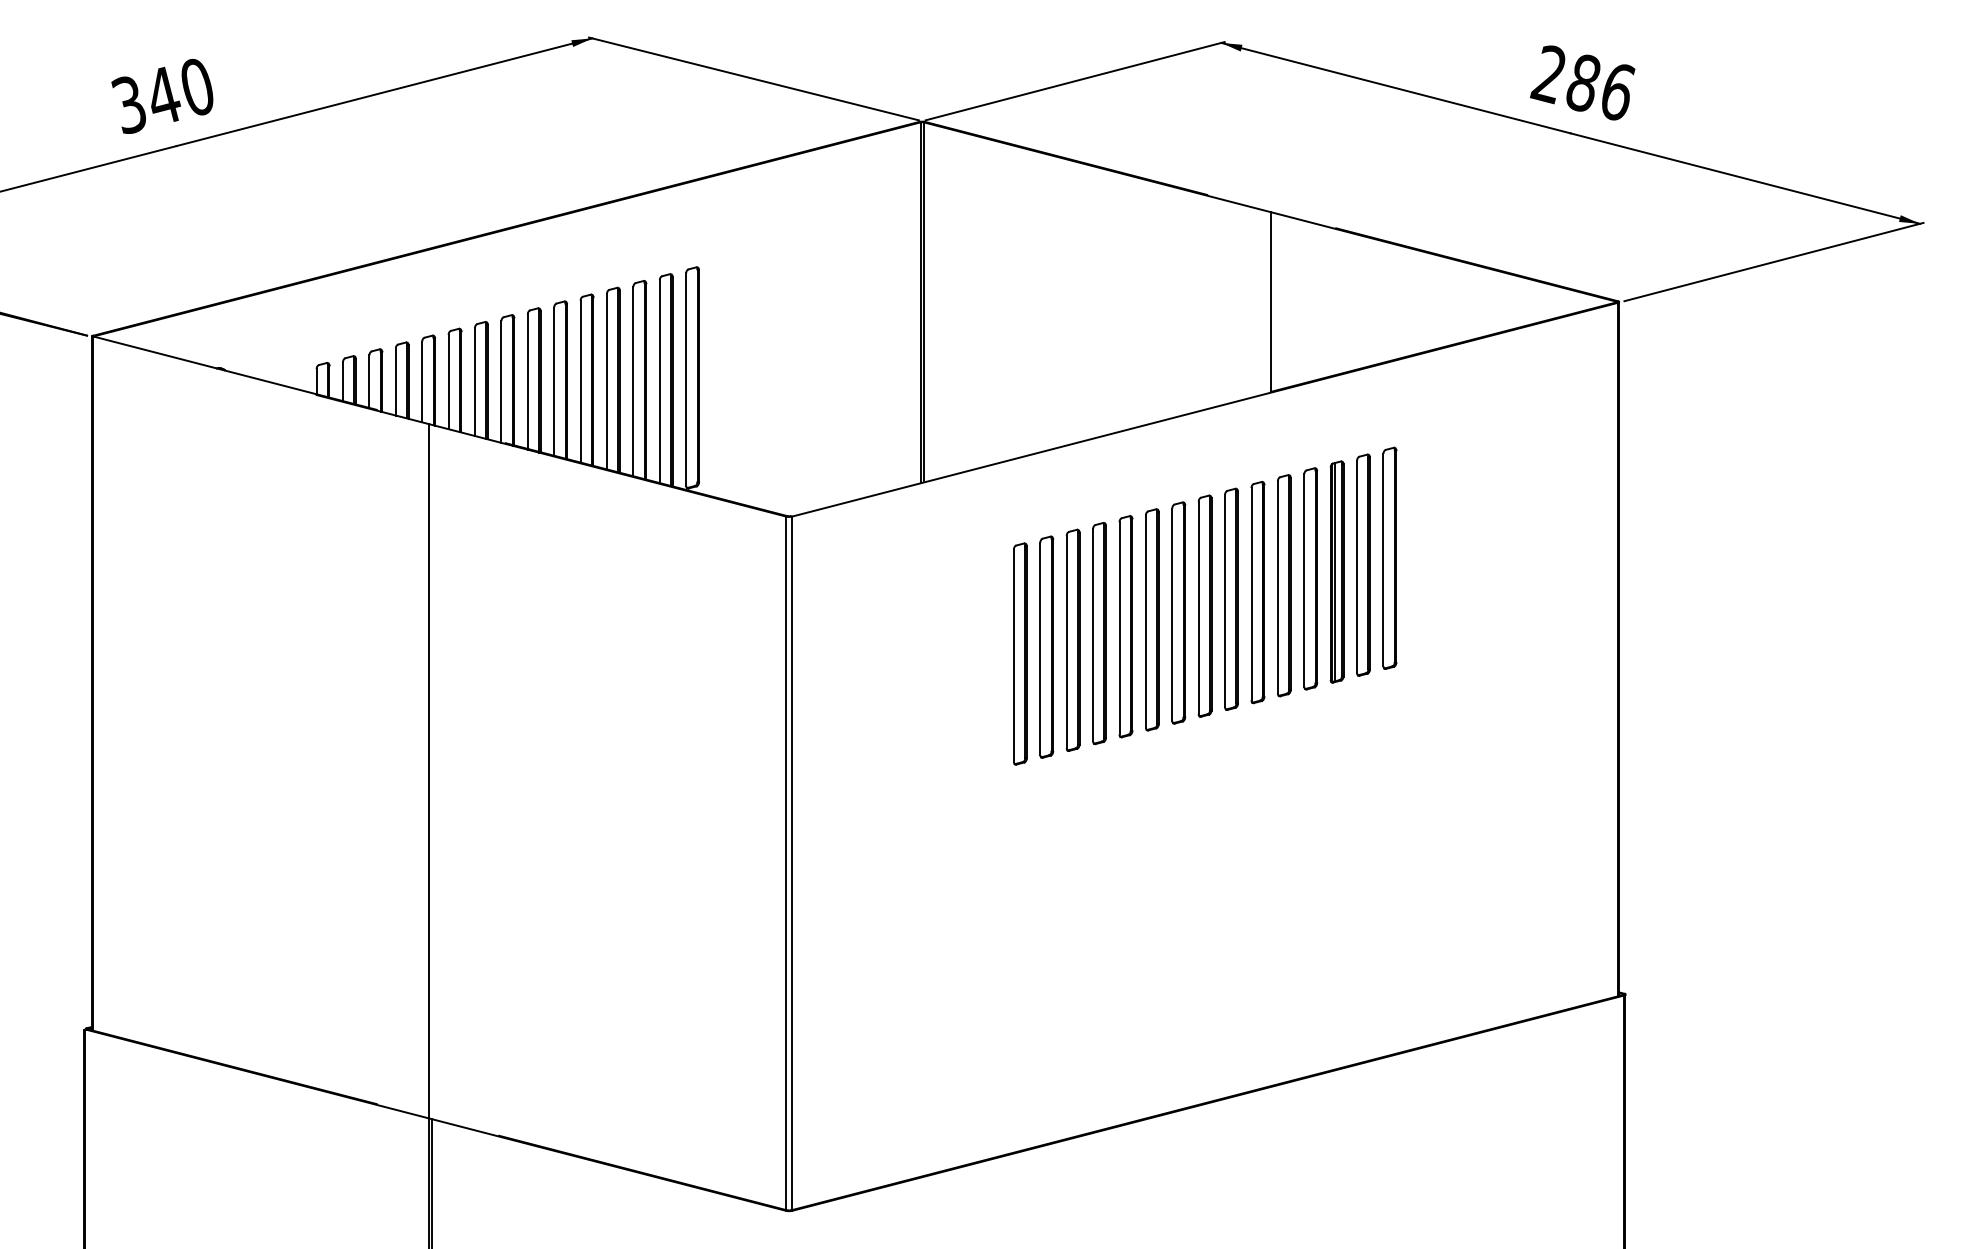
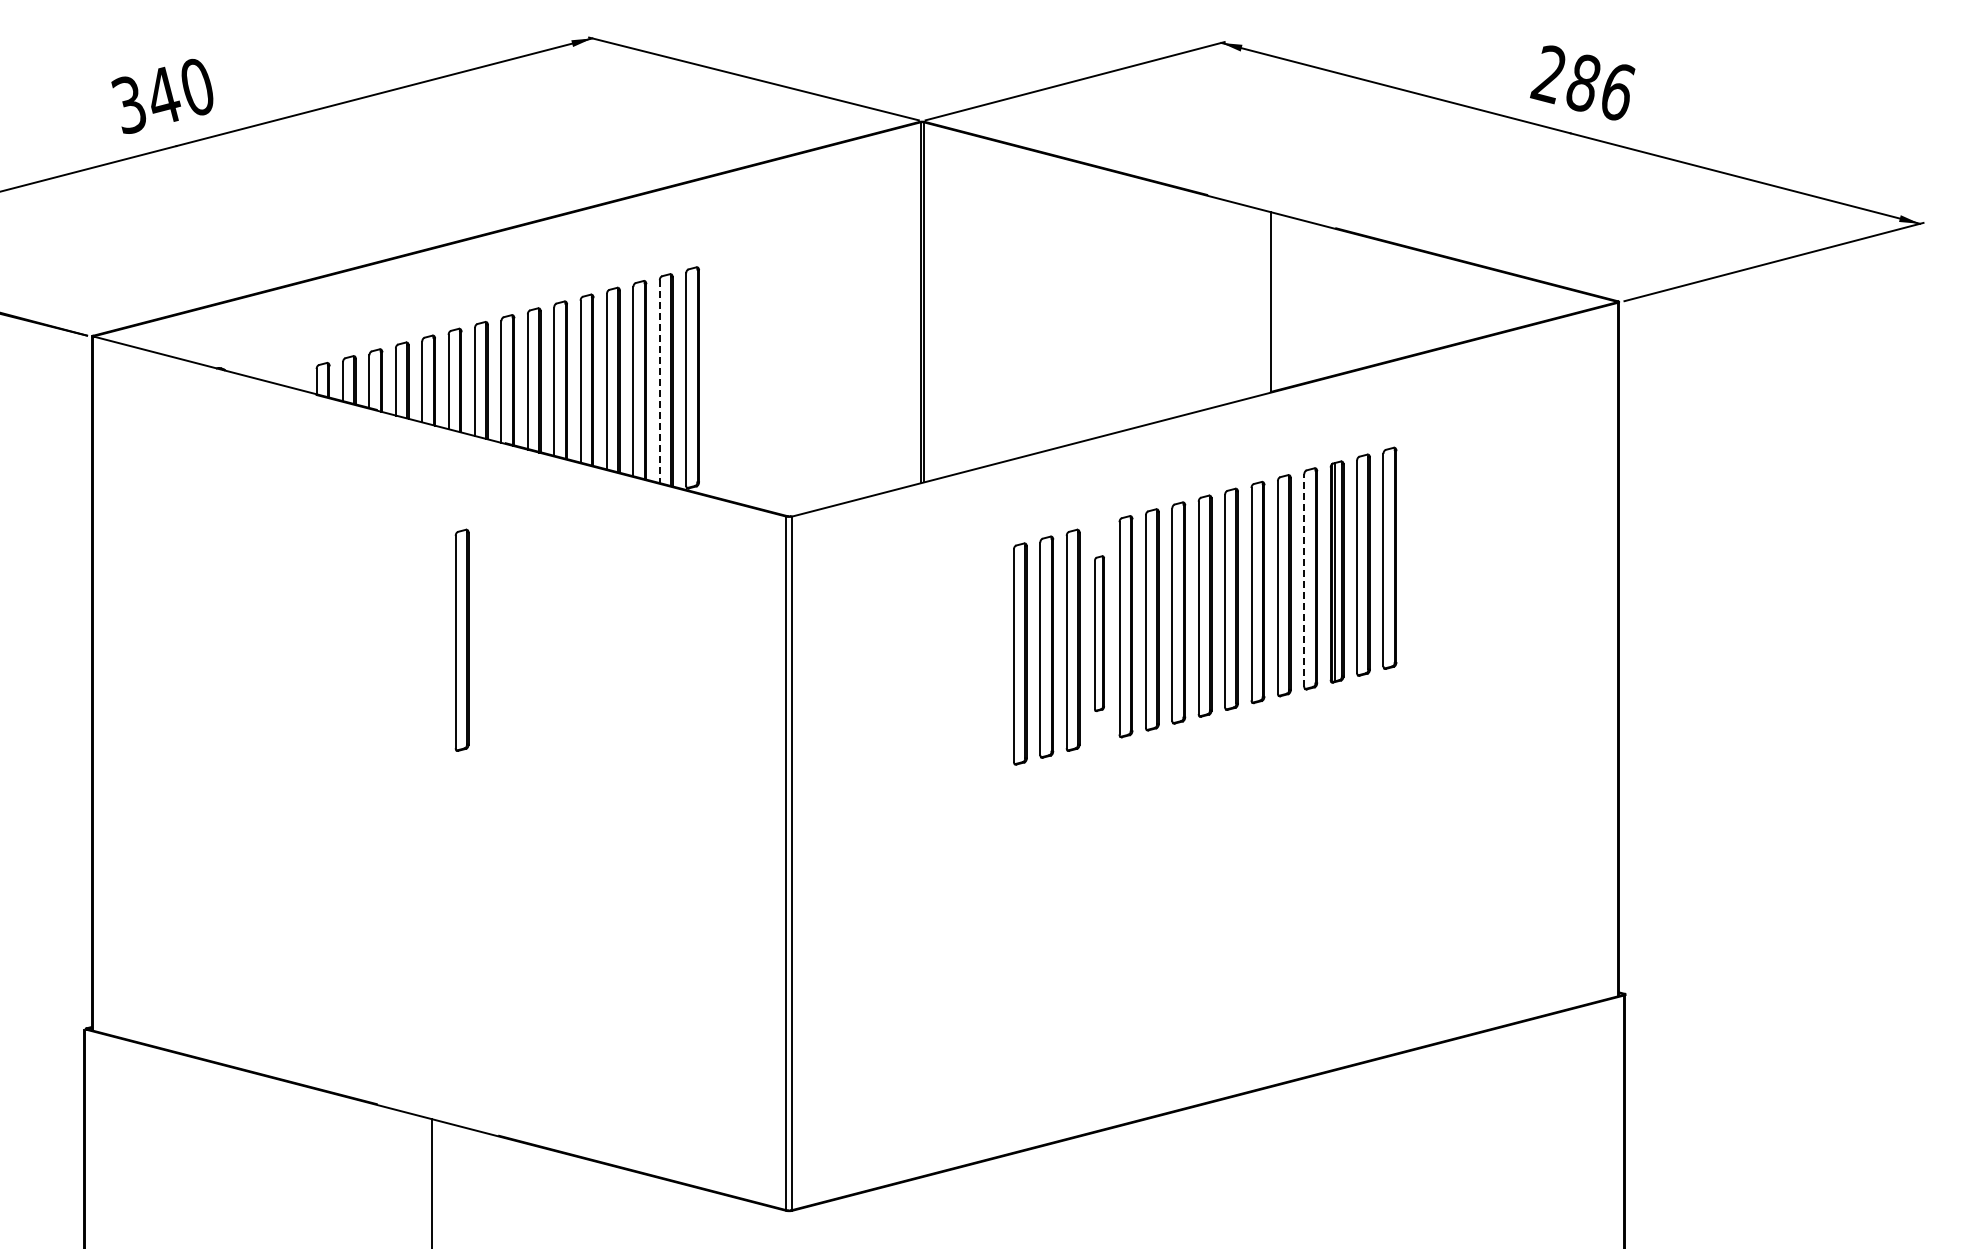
line at (659, 382): solid -> dashed
line at (1304, 580): solid -> dashed
part at (1099, 633) size: 15x224 px -> 11x157 px
part at (461, 639): none -> present
line at (428, 834): present -> none
